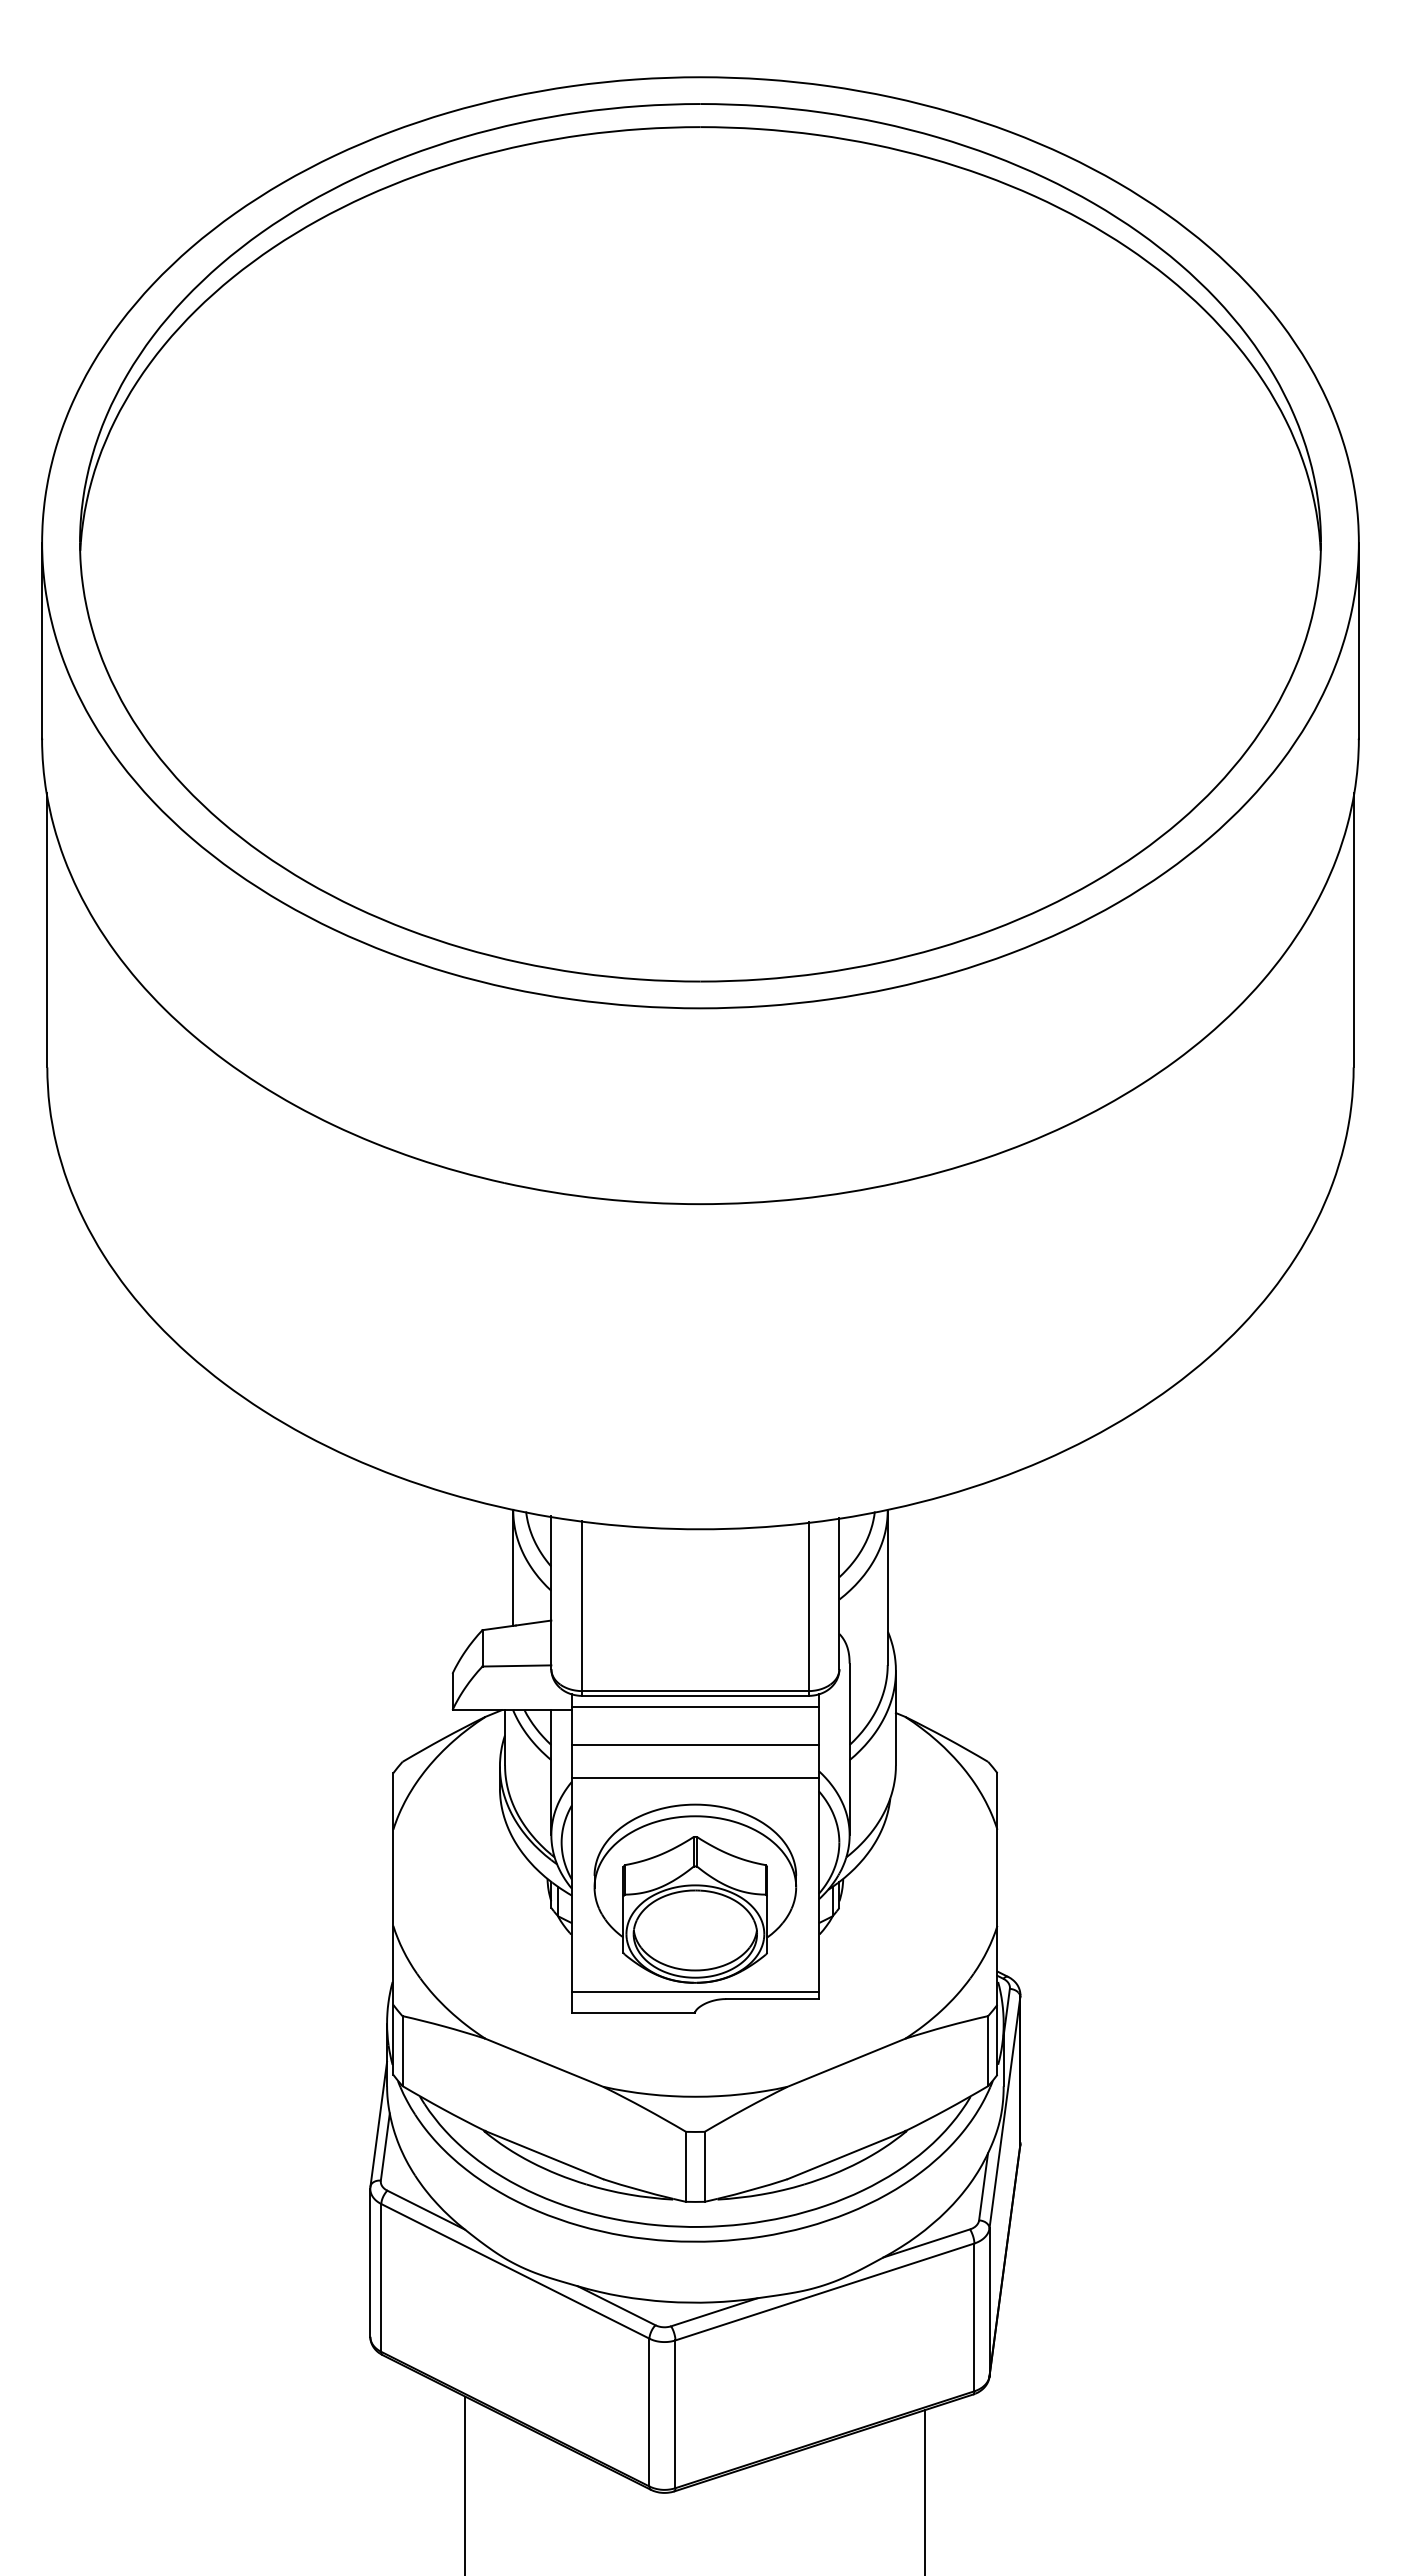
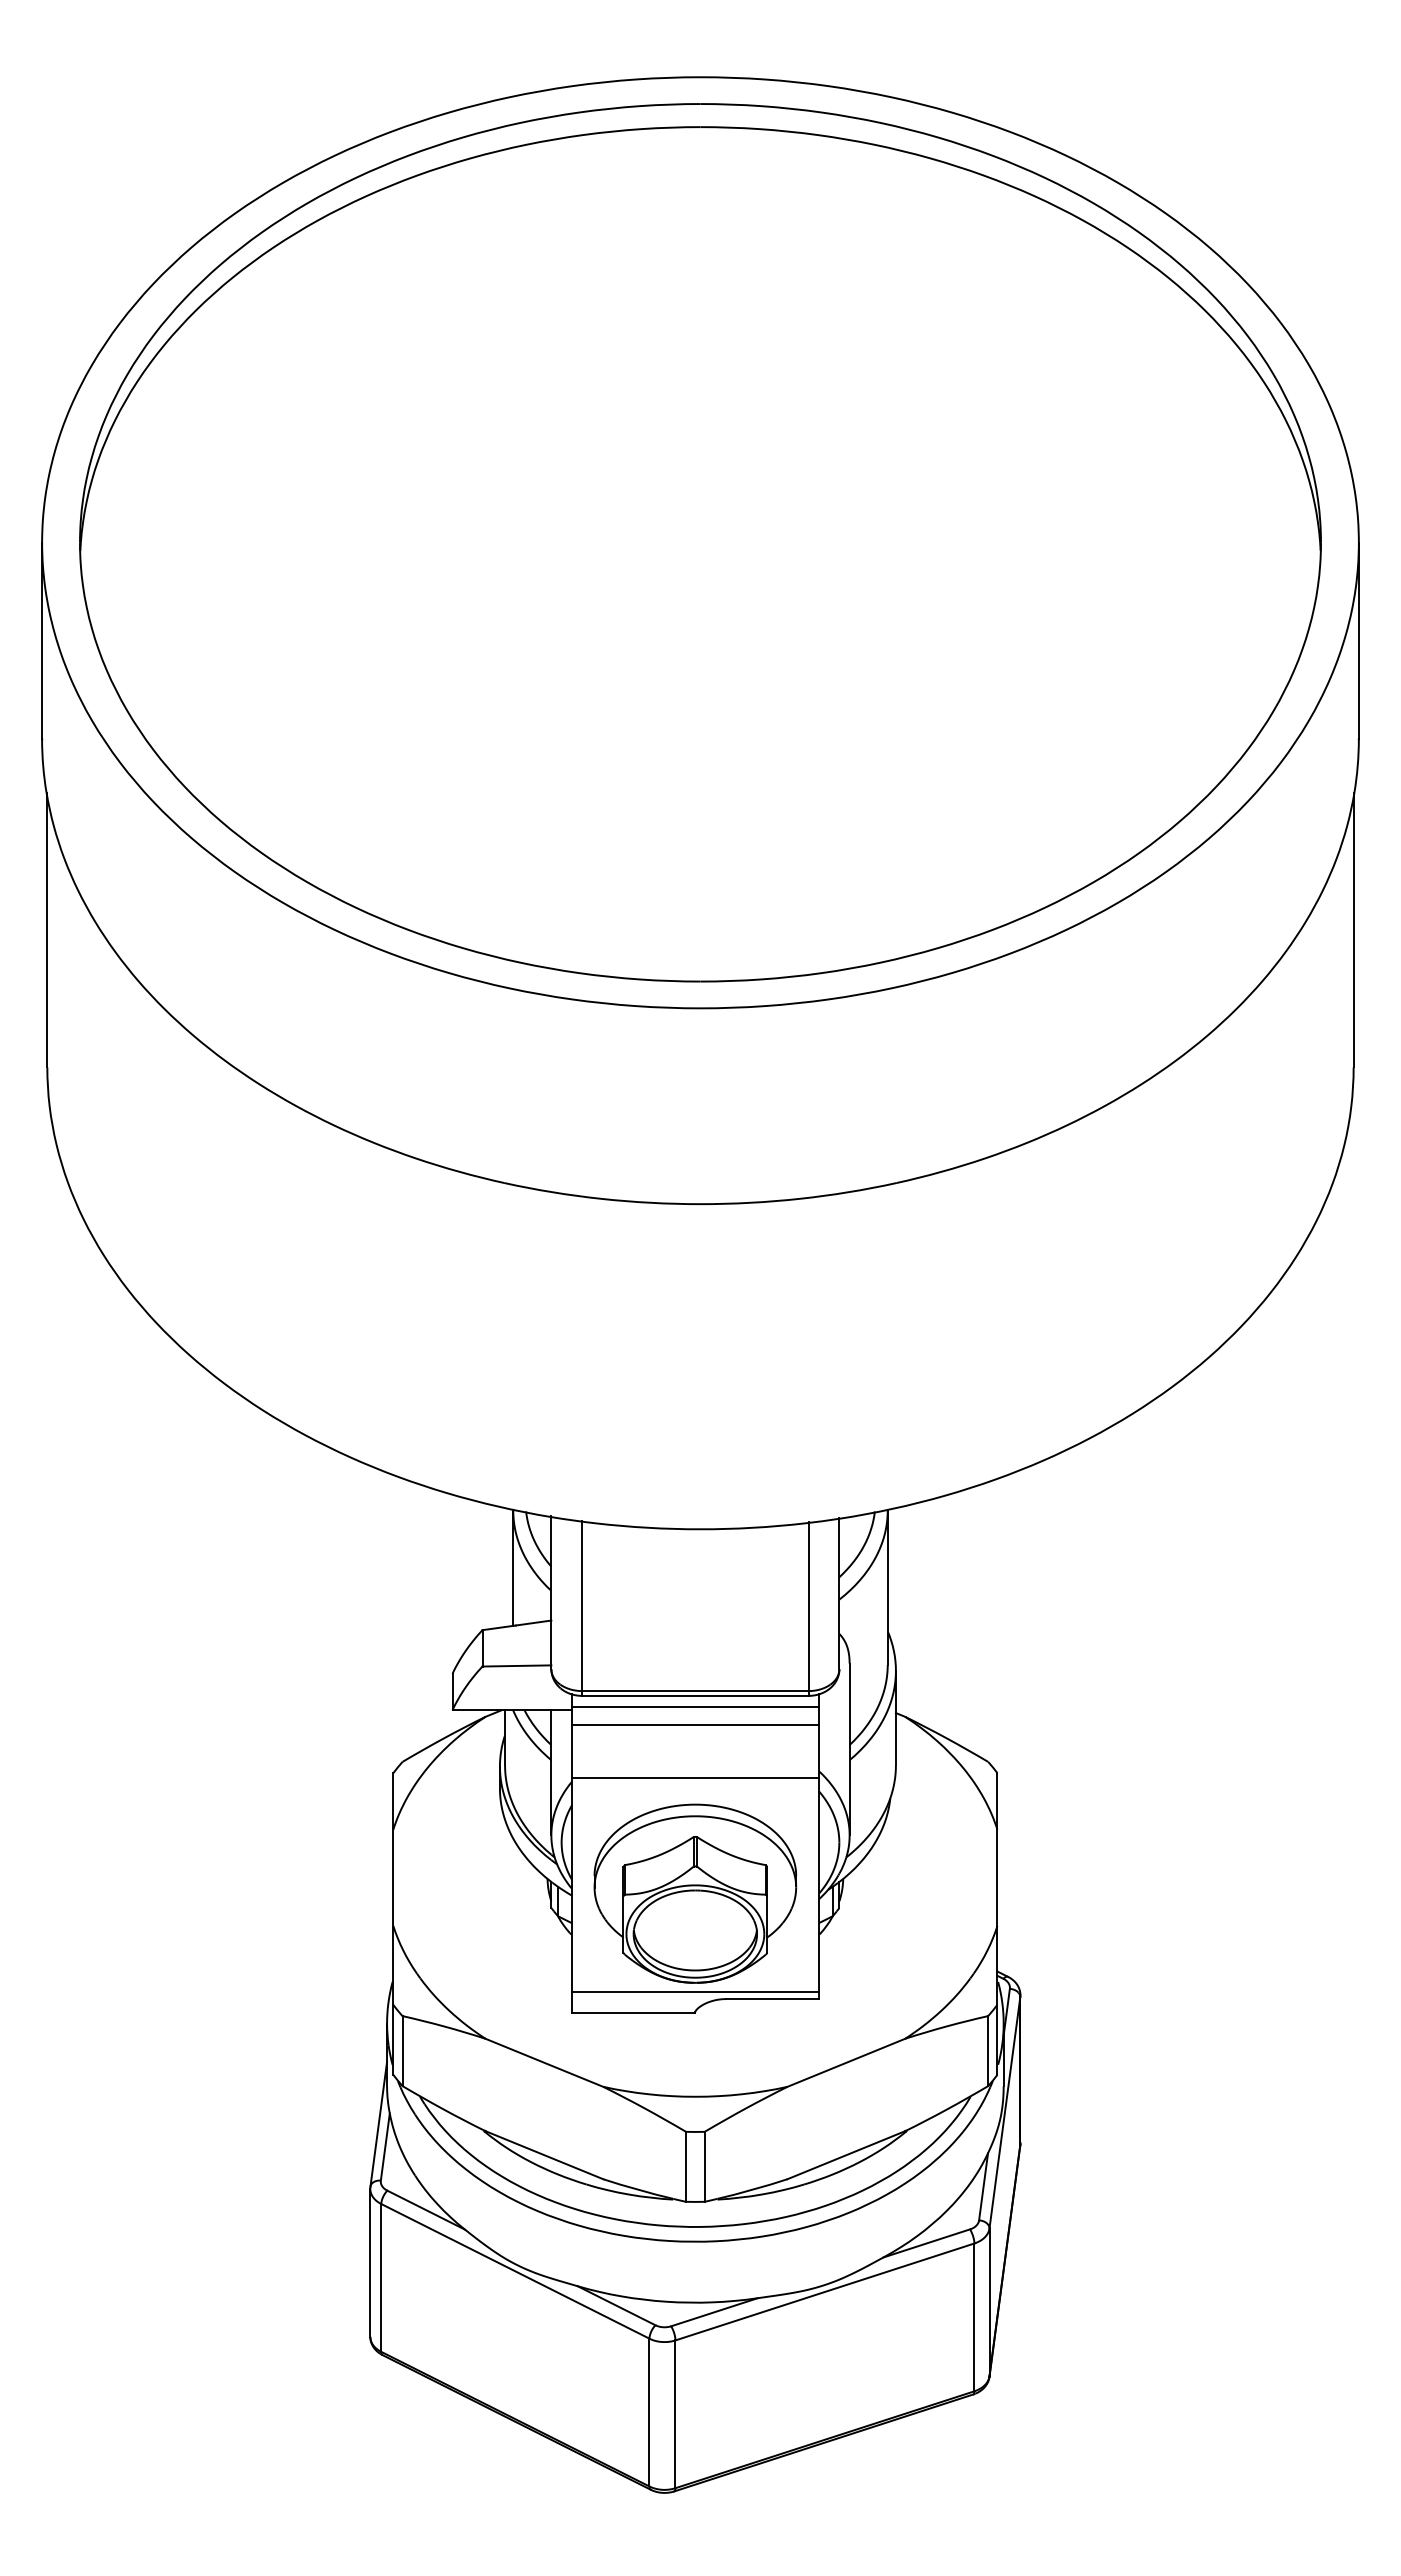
line at (694, 1745) position: (694, 1745) -> (694, 1725)
line at (465, 2484): present -> none
line at (925, 2491): present -> none
